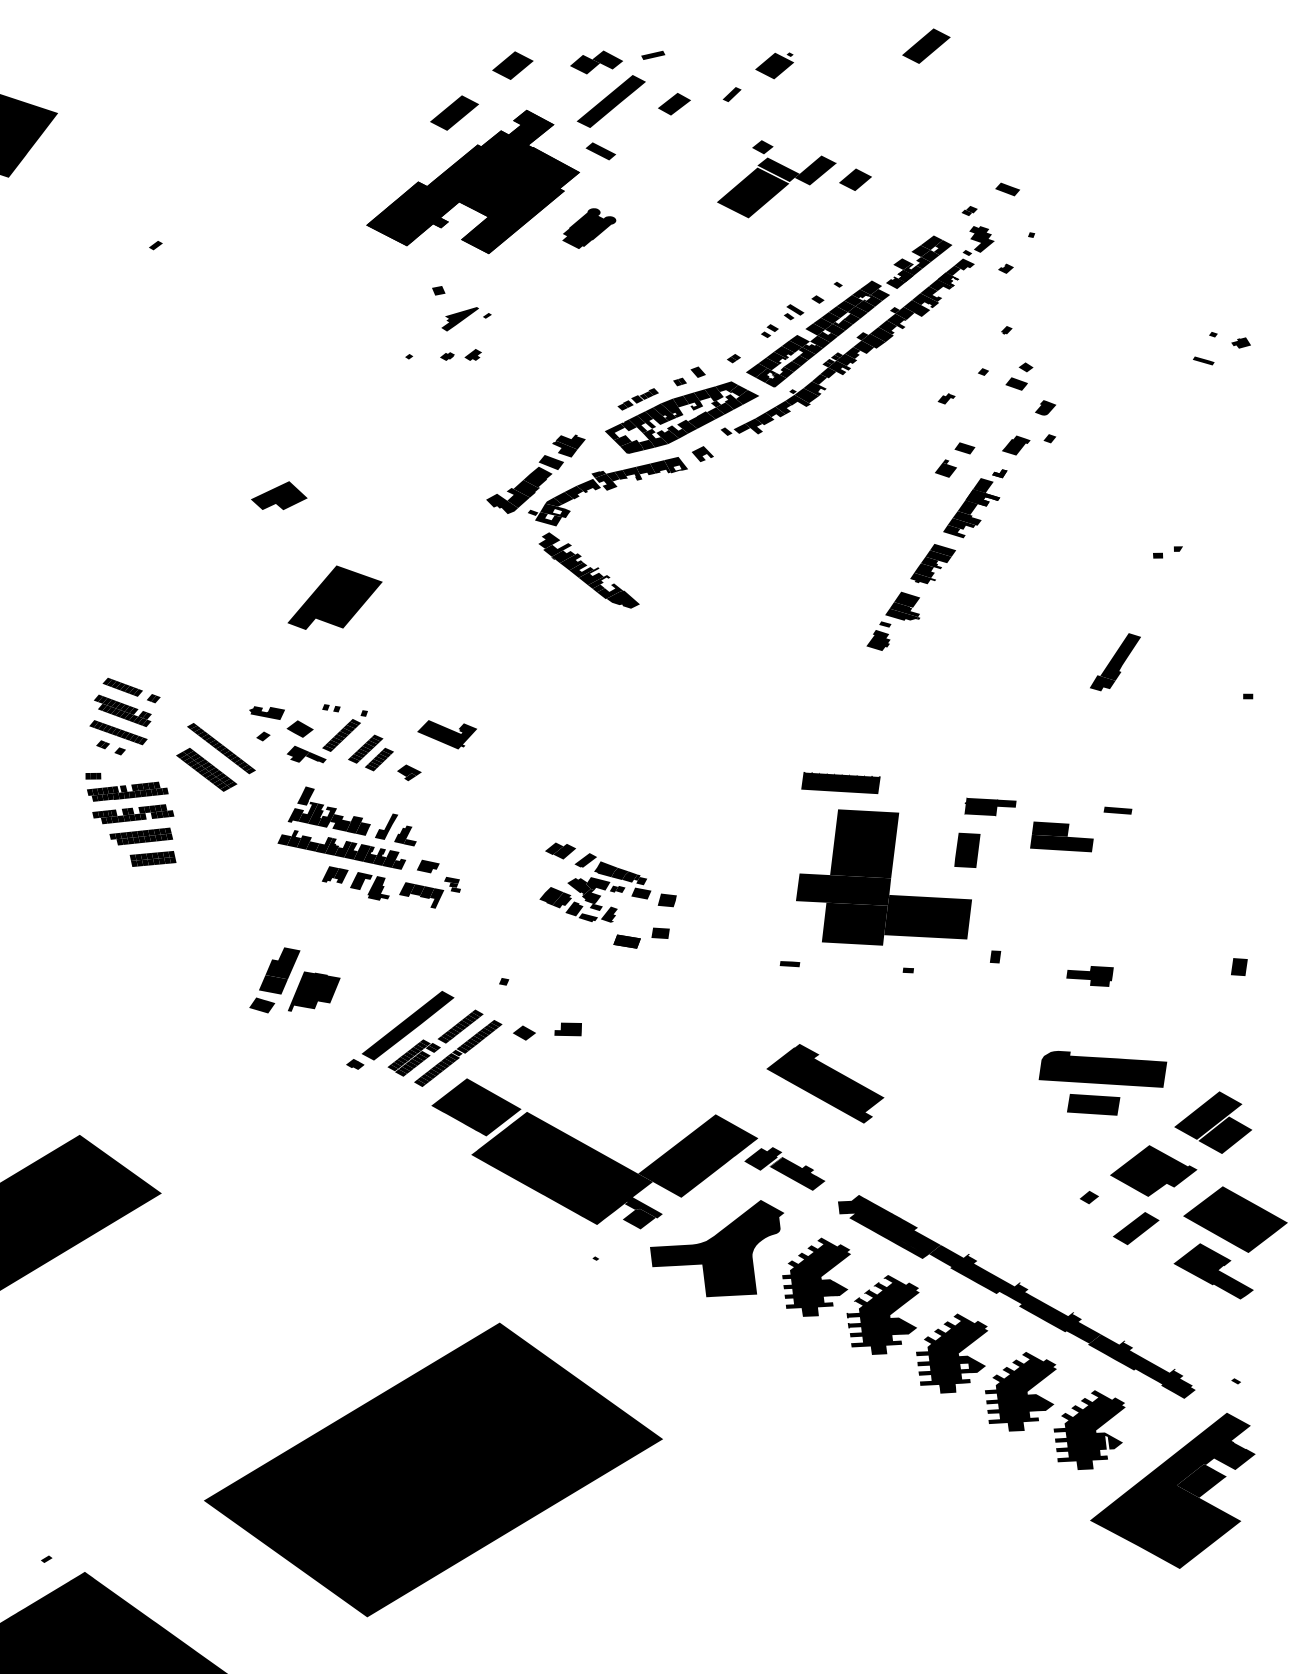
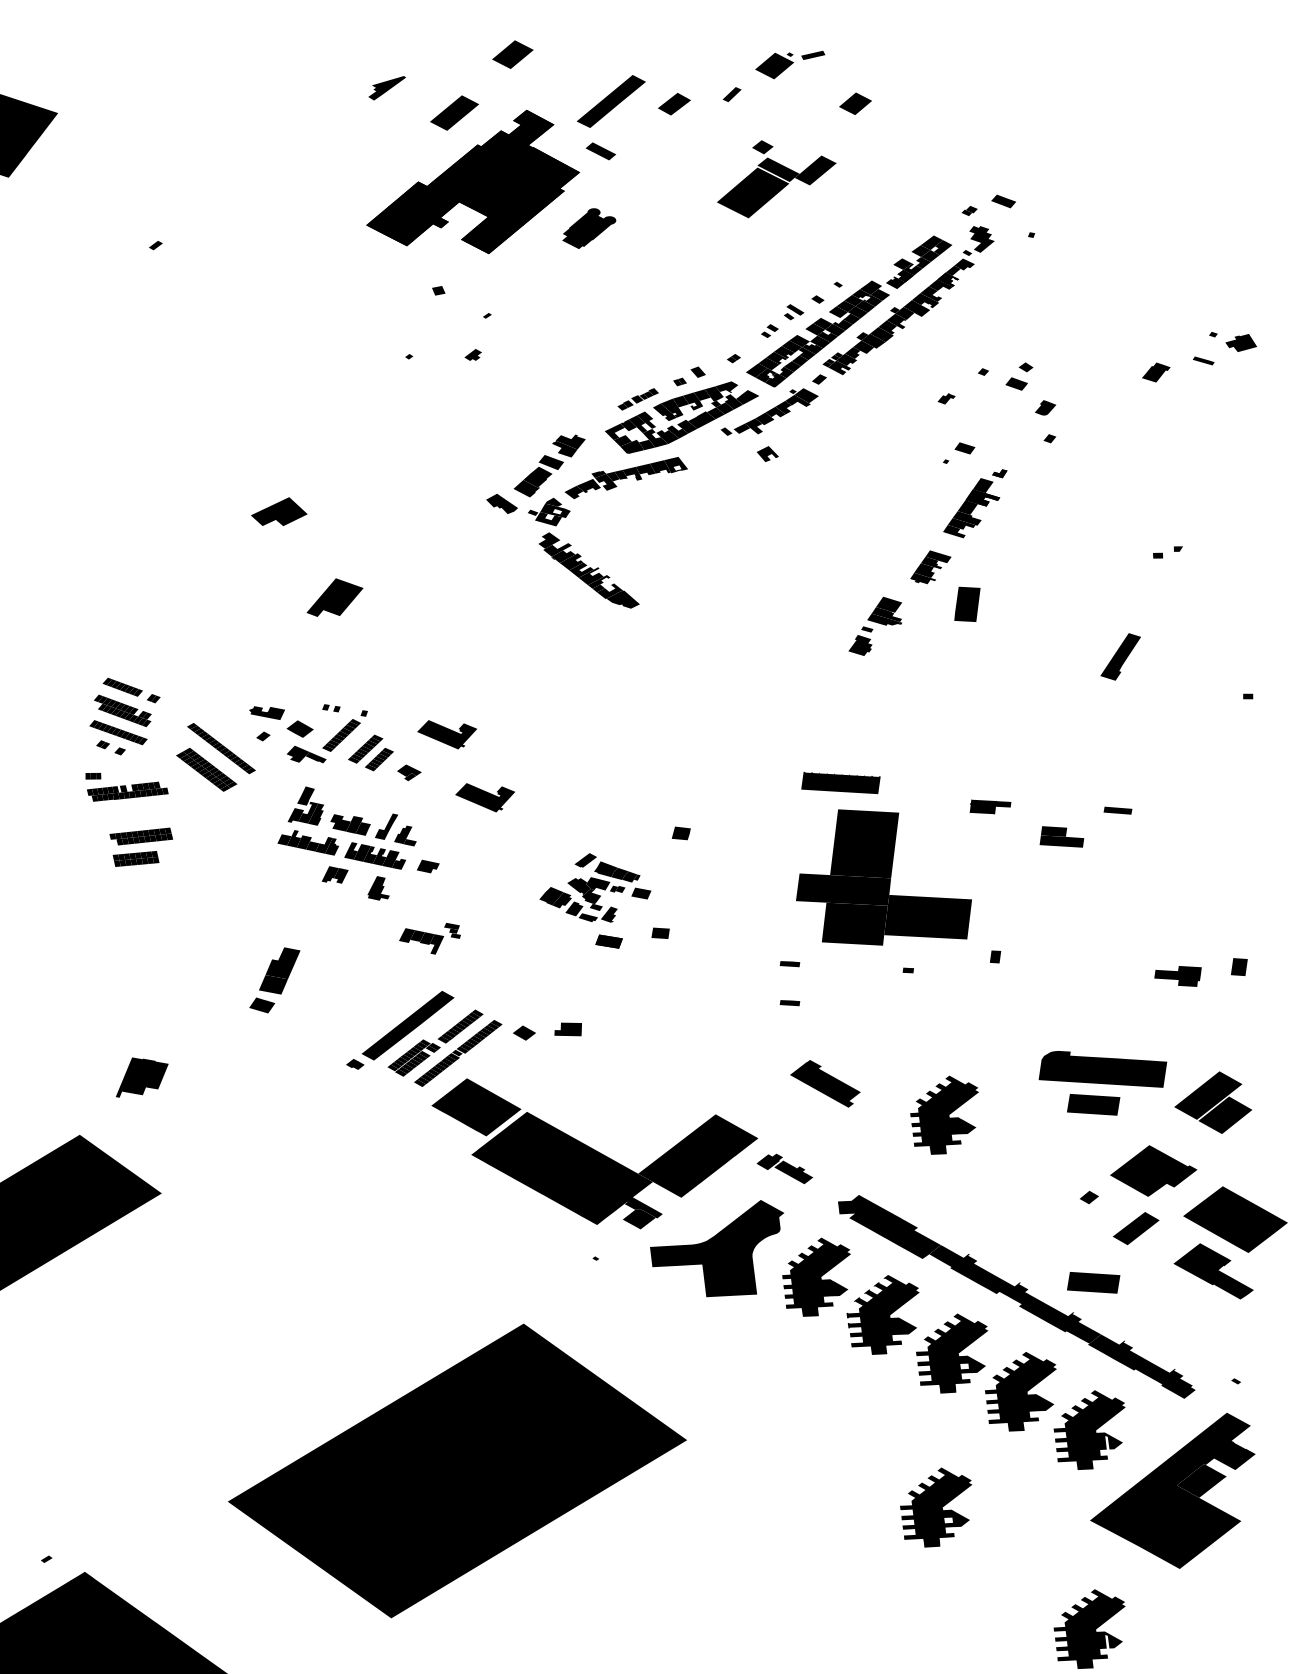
part at (926, 45): present -> none
part at (653, 54) position: (653, 54) -> (813, 54)
part at (596, 62): present -> none
part at (512, 65) position: (512, 65) -> (512, 54)
part at (855, 179) position: (855, 179) -> (855, 103)
part at (1007, 189) position: (1007, 189) -> (1003, 201)
fill at (1005, 268): present -> none
fill at (830, 317): present -> none
part at (459, 319) position: (459, 319) -> (386, 88)
fill at (1006, 329): present -> none
part at (1240, 342) size: 20x12 px -> 32x18 px
fill at (447, 356): present -> none
fill at (828, 372): present -> none
fill at (814, 388): present -> none
fill at (738, 390): present -> none
fill at (656, 415): present -> none
part at (1016, 445) position: (1016, 445) -> (1156, 372)
part at (702, 453) position: (702, 453) -> (767, 453)
fill at (945, 469): present -> none
part at (279, 495) position: (279, 495) -> (279, 511)
fill at (518, 497): present -> none
fill at (563, 498): present -> none
fill at (942, 549): present -> none
part at (334, 597) size: 96x65 px -> 58x39 px
part at (892, 620) position: (892, 620) -> (874, 625)
fill at (1102, 683): present -> none
part at (484, 797): none -> present
part at (990, 806) size: 53x20 px -> 43x16 px
part at (133, 814): present -> none
fill at (327, 816): present -> none
part at (1061, 836) size: 64x32 px -> 46x22 px
fill at (342, 848): present -> none
part at (967, 849) position: (967, 849) -> (967, 603)
part at (560, 850): present -> none
part at (152, 858) position: (152, 858) -> (135, 858)
fill at (360, 880): present -> none
fill at (641, 881): present -> none
part at (429, 892) position: (429, 892) -> (429, 938)
part at (666, 900) position: (666, 900) -> (680, 833)
part at (626, 941) position: (626, 941) -> (608, 941)
part at (1089, 976) position: (1089, 976) -> (1177, 976)
fill at (503, 981): present -> none
part at (314, 991) position: (314, 991) -> (142, 1077)
part at (789, 1003): none -> present
part at (825, 1083) size: 119x80 px -> 71x48 px
part at (944, 1114): none -> present
part at (1213, 1122) position: (1213, 1122) -> (1213, 1102)
part at (784, 1168) size: 82x44 px -> 58x32 px
part at (1093, 1282): none -> present
part at (433, 1469) position: (433, 1469) -> (457, 1470)
part at (936, 1507): none -> present
part at (1089, 1628): none -> present
